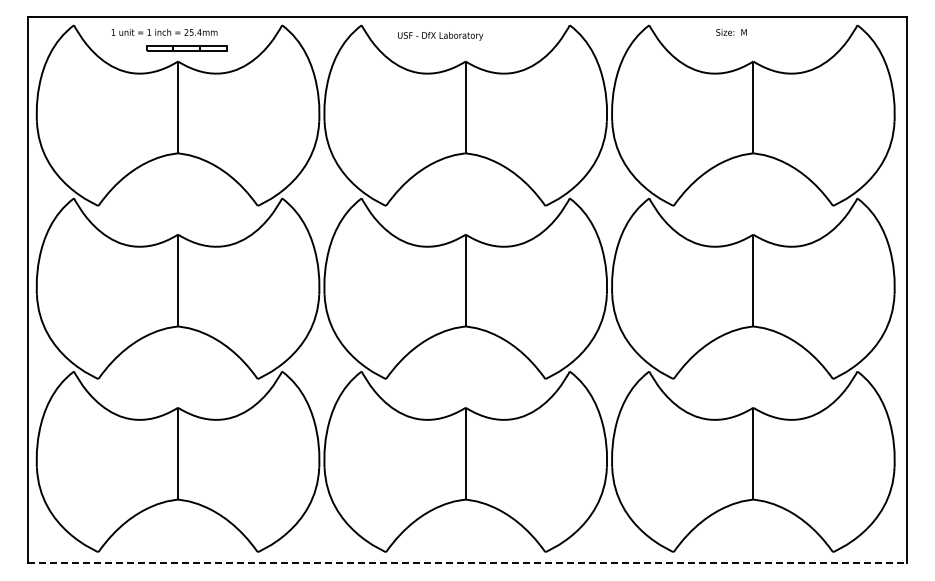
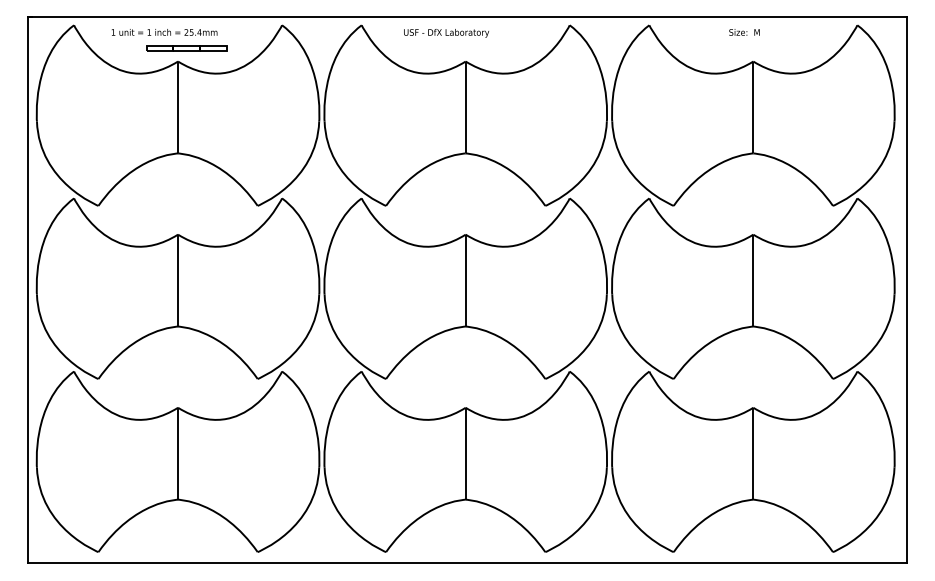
text at (731, 32) position: (731, 32) -> (744, 32)
text at (440, 36) position: (440, 36) -> (446, 33)
line at (467, 563): dashed -> solid
